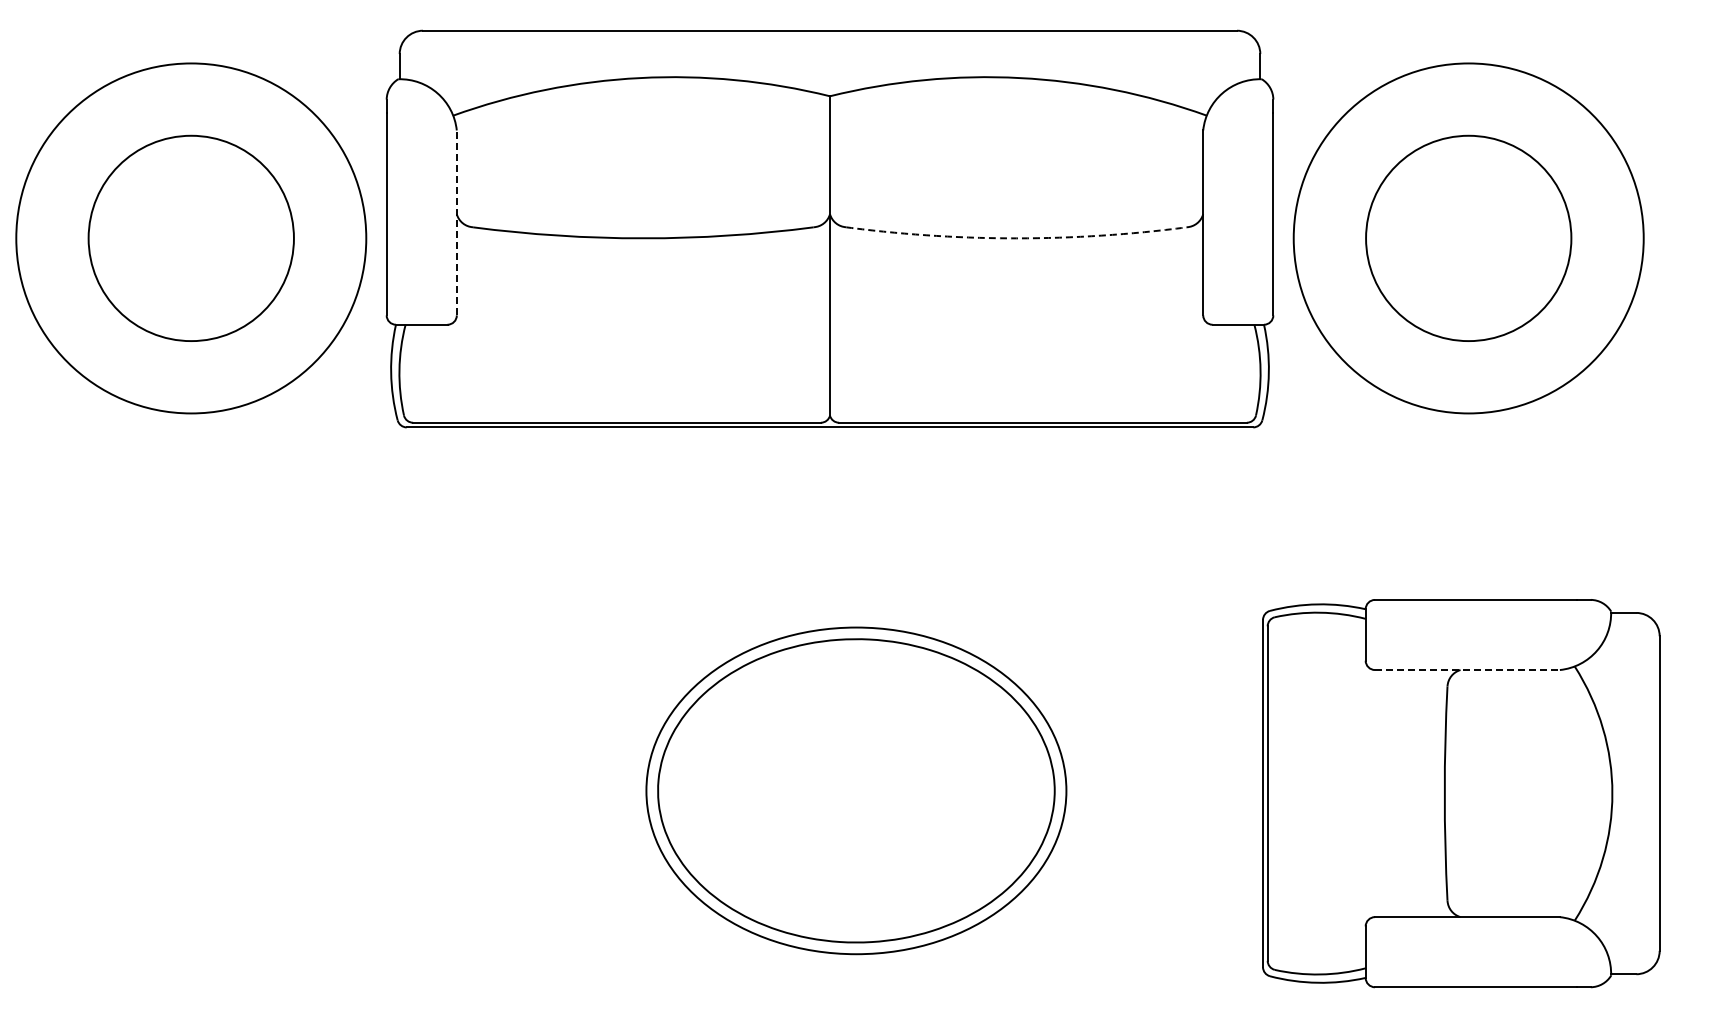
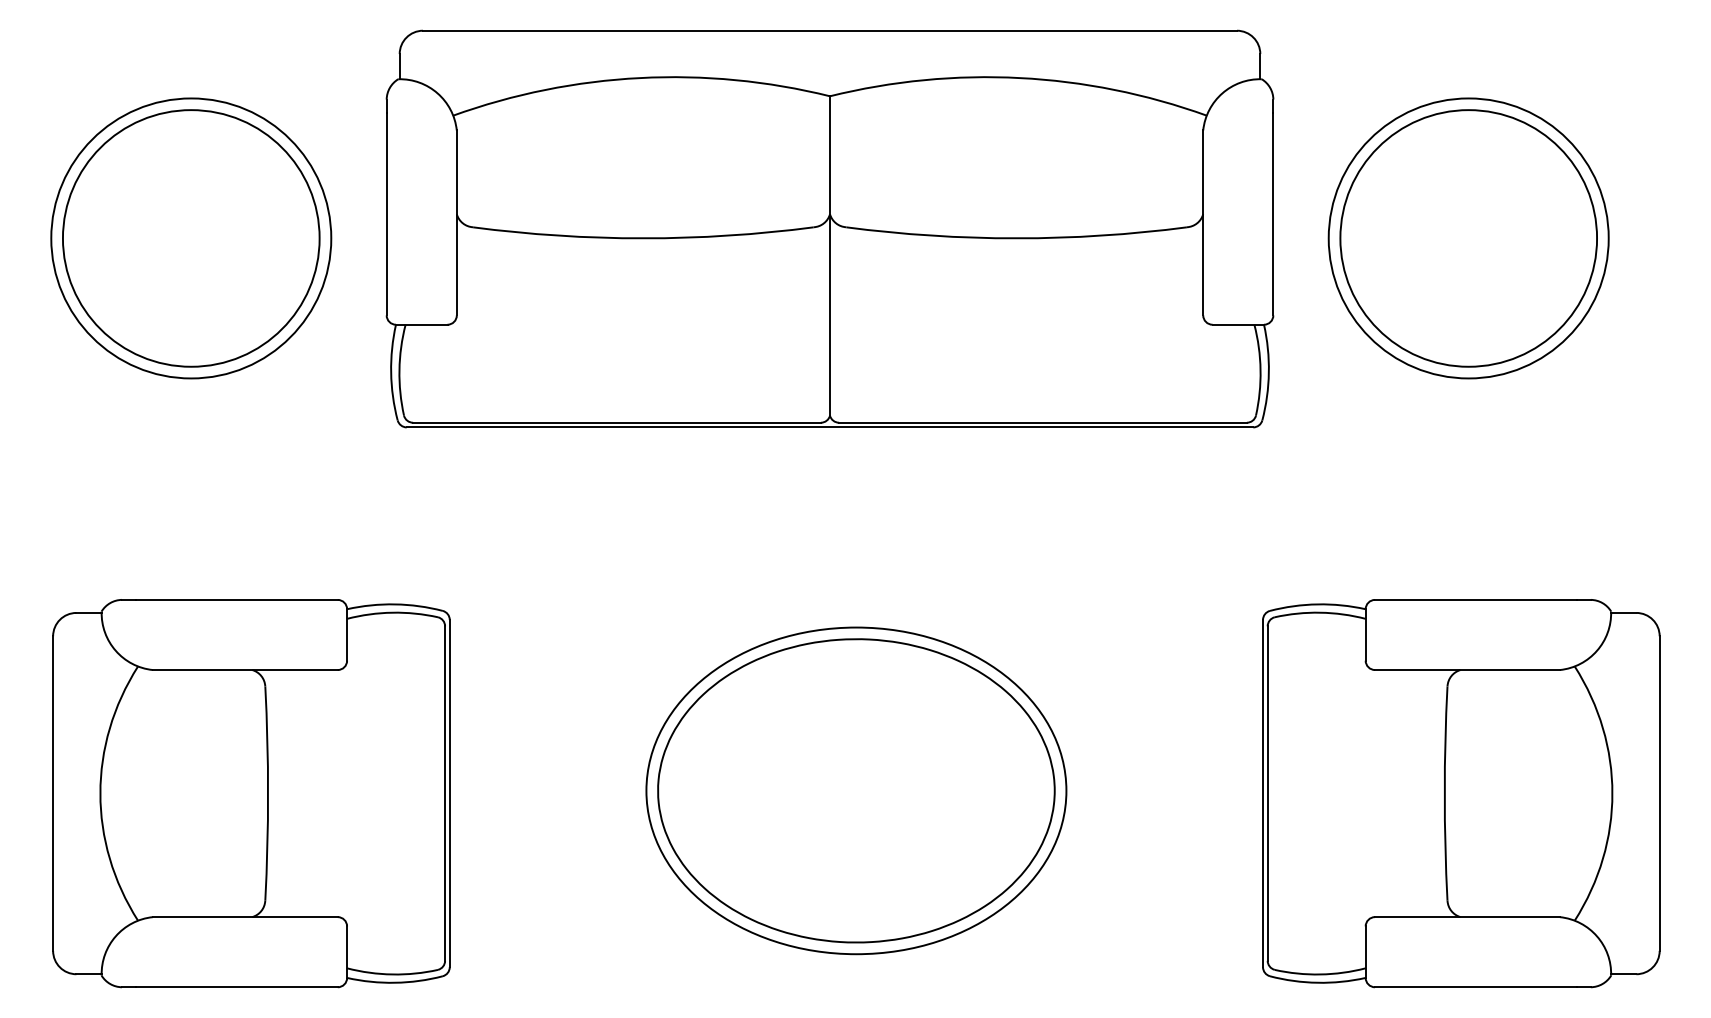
line at (456, 222): dashed -> solid
circle at (190, 238) diameter: 205 px -> 257 px
circle at (191, 238) diameter: 350 px -> 280 px
arc at (1016, 238): dashed -> solid
circle at (1468, 238) diameter: 205 px -> 257 px
circle at (1468, 238) diameter: 350 px -> 280 px
line at (1467, 670): dashed -> solid
part at (251, 793): none -> present
